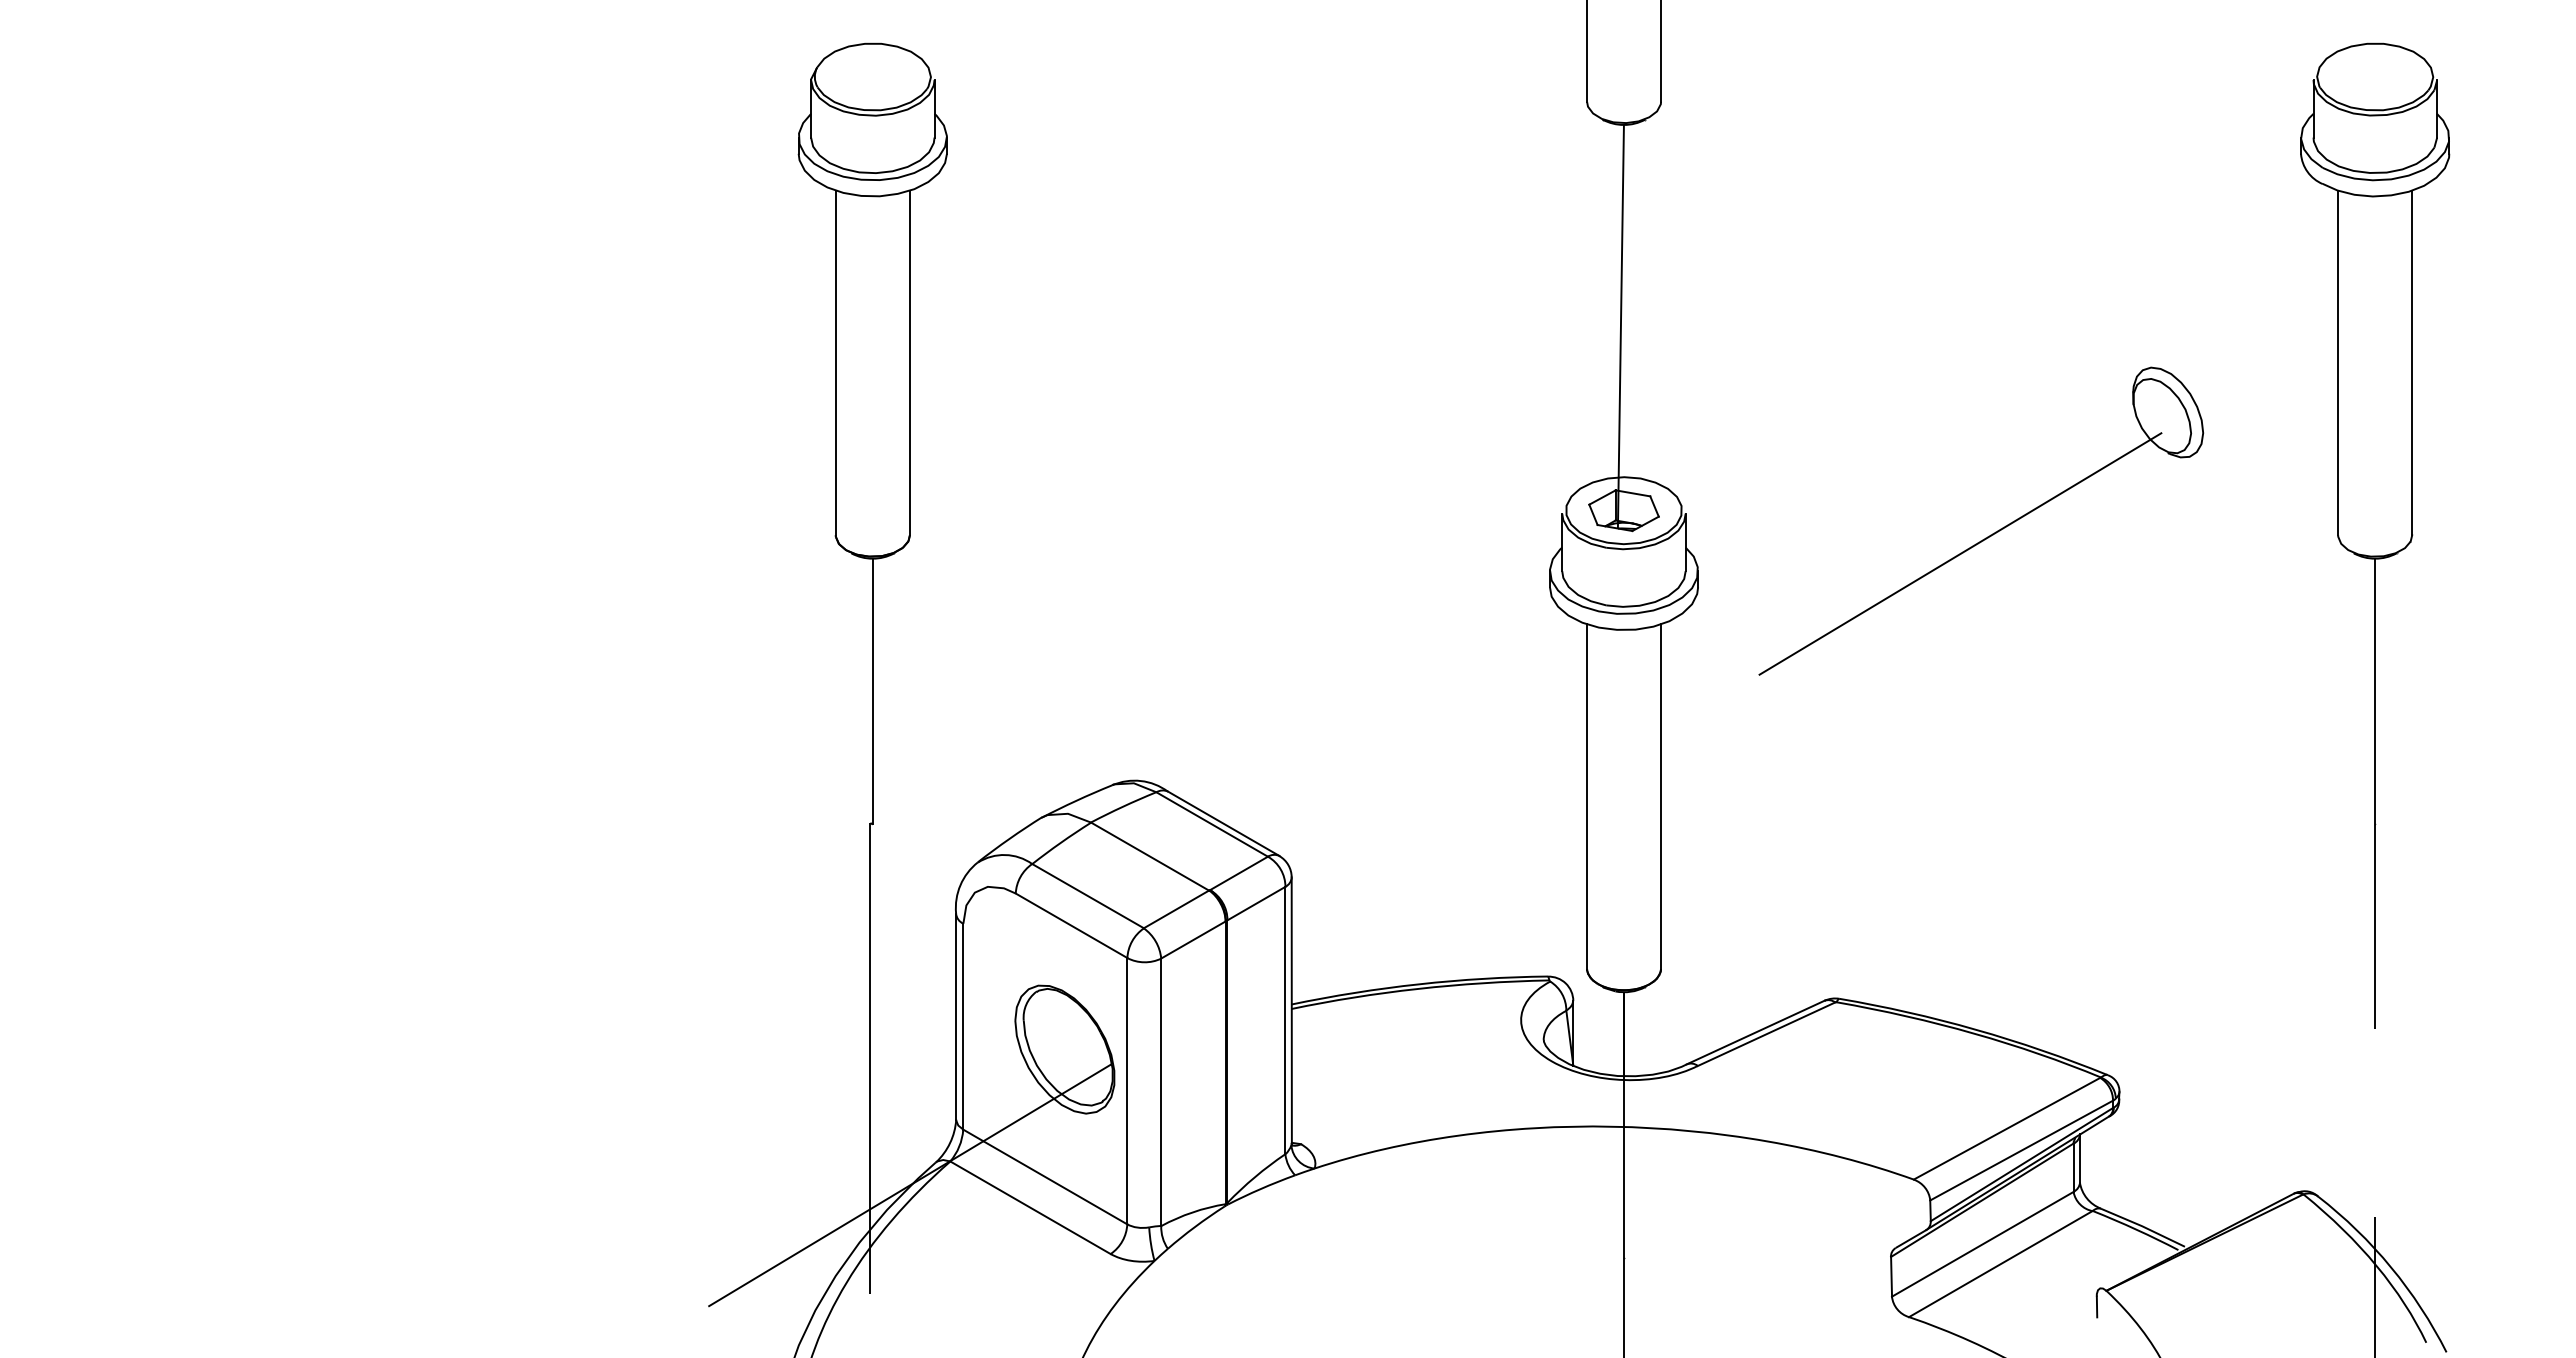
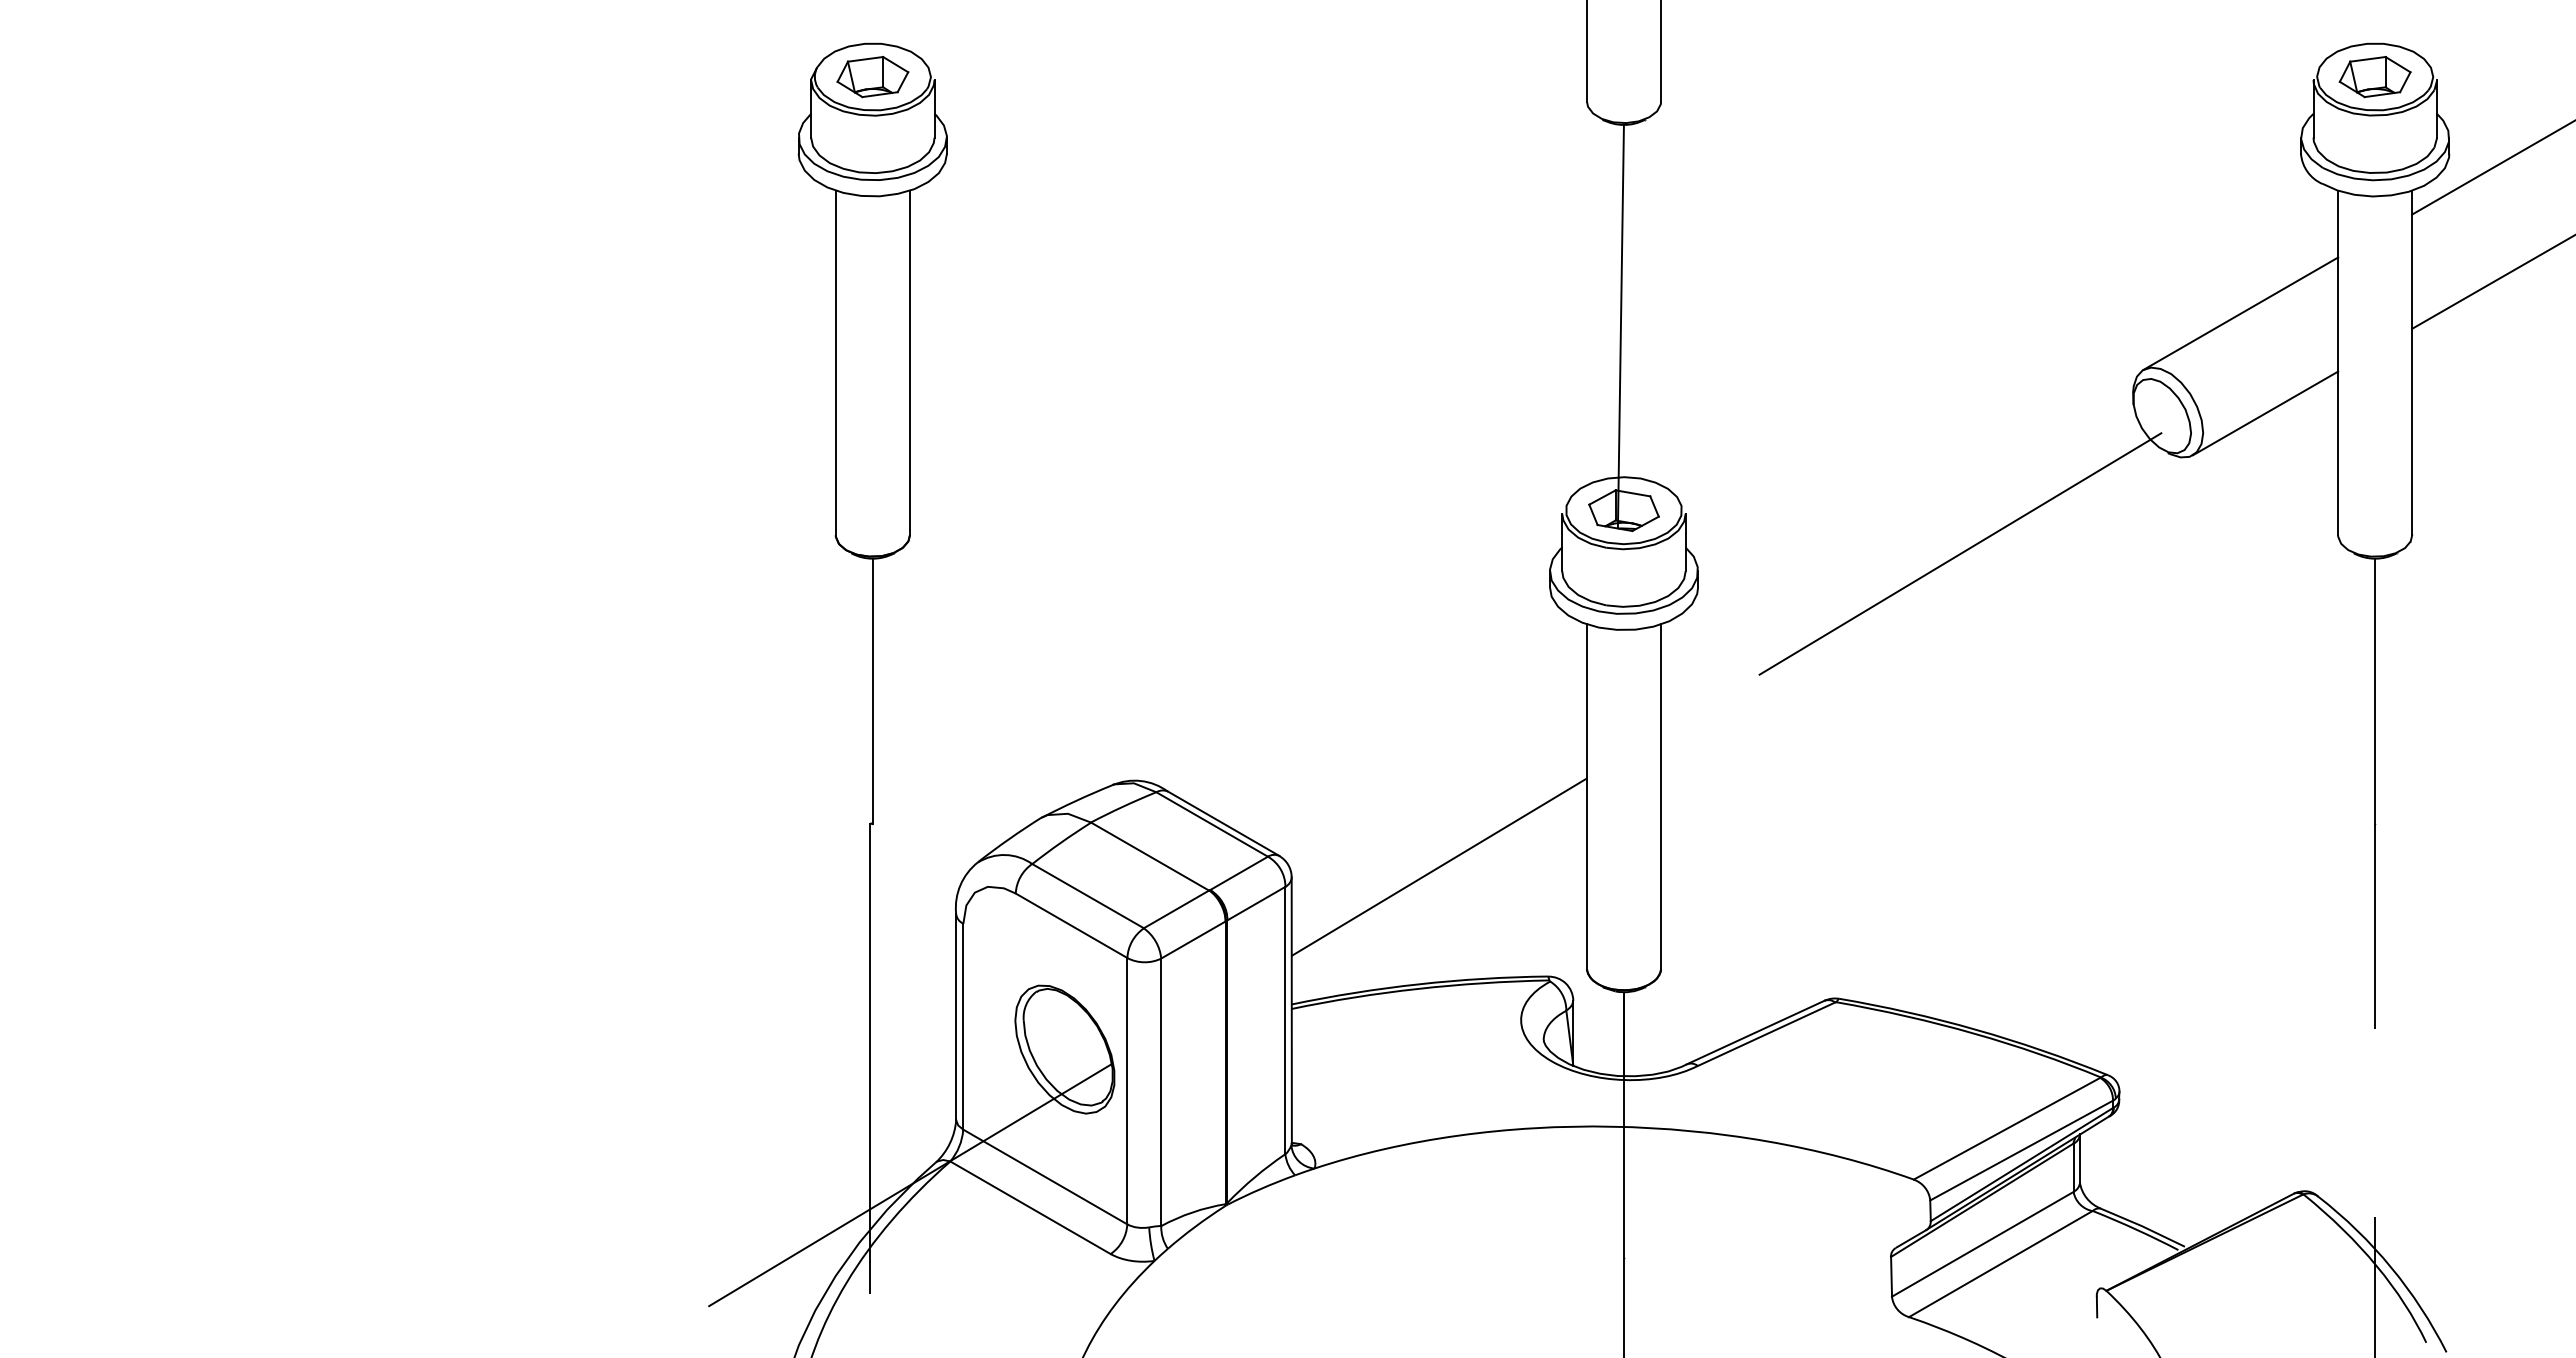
part at (872, 77): none -> present
part at (2374, 77): none -> present
line at (2492, 168): none -> present
line at (2492, 282): none -> present
line at (2240, 313): none -> present
line at (2265, 413): none -> present
line at (1439, 866): none -> present
